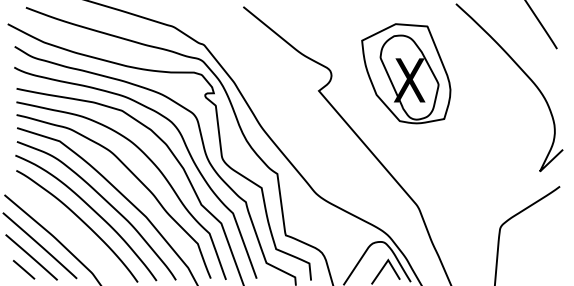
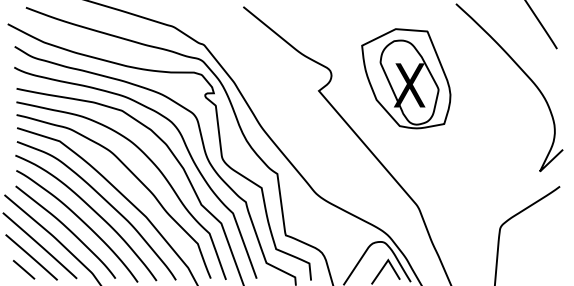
part at (406, 73) position: (406, 73) -> (406, 78)
curve at (67, 229): none -> present
